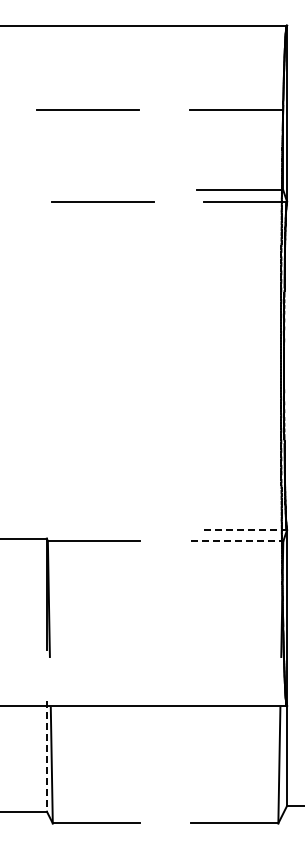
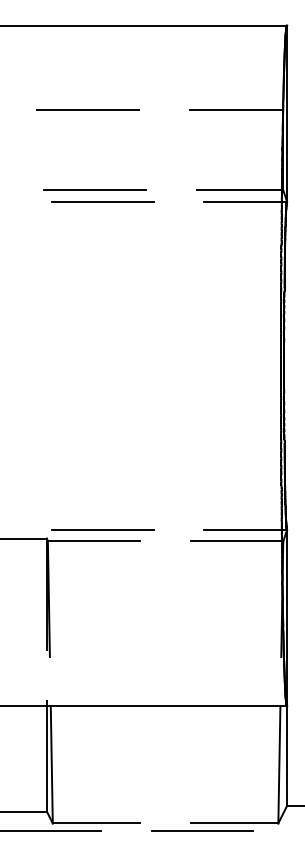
line at (94, 189): none -> present
line at (102, 529): none -> present
line at (246, 529): dashed -> solid
line at (237, 541): dashed -> solid
line at (46, 756): dashed -> solid
line at (51, 831): none -> present
line at (202, 831): none -> present
